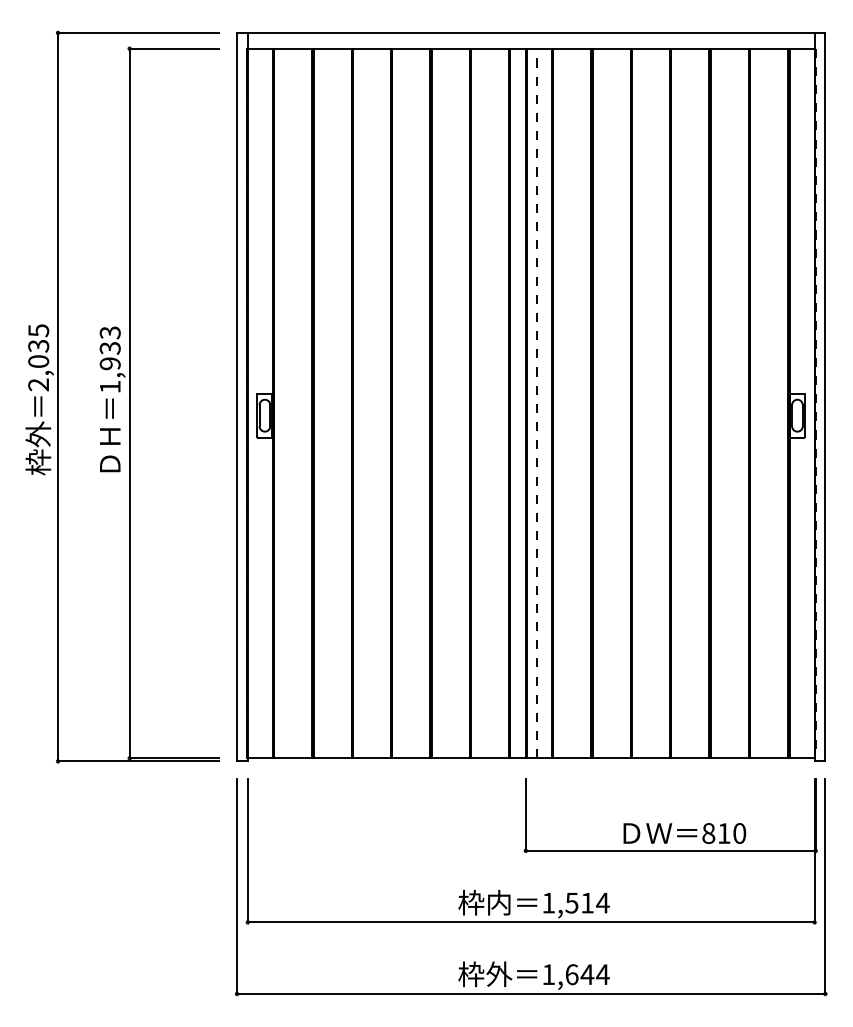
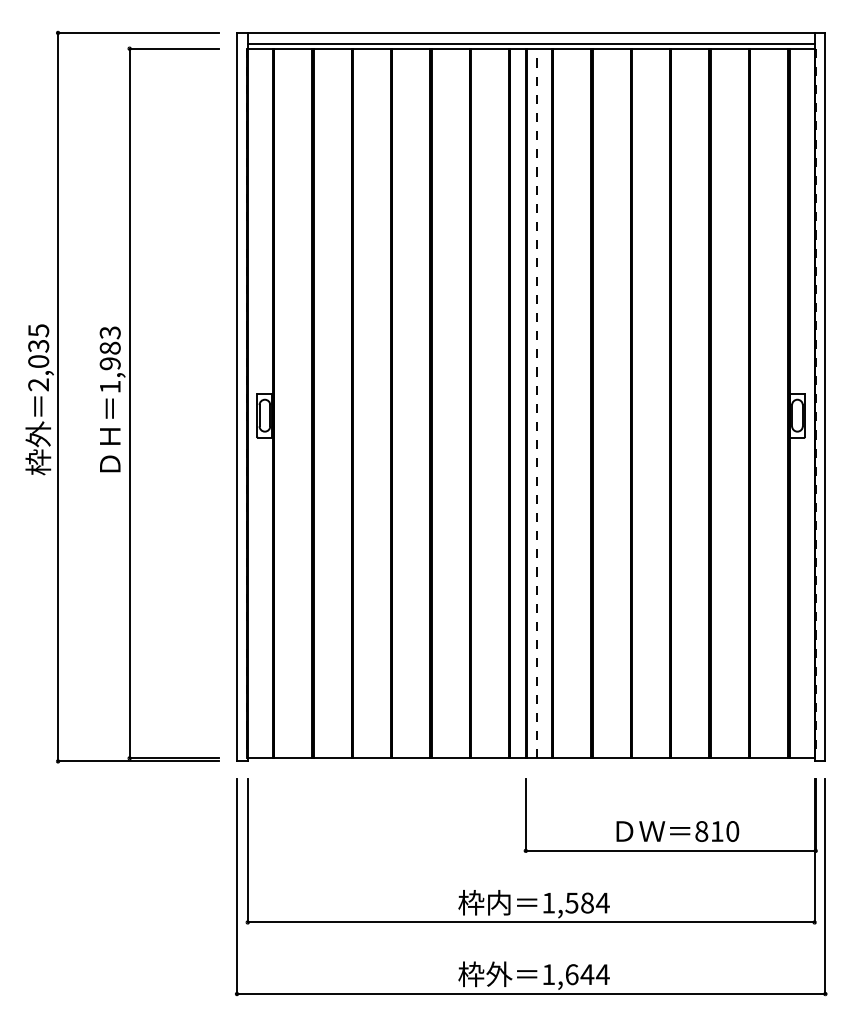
line at (530, 43): none -> present
text at (109, 347): 1,933 -> 1,983
text at (684, 833) position: (684, 833) -> (677, 831)
text at (587, 902): 1,514 -> 1,584
